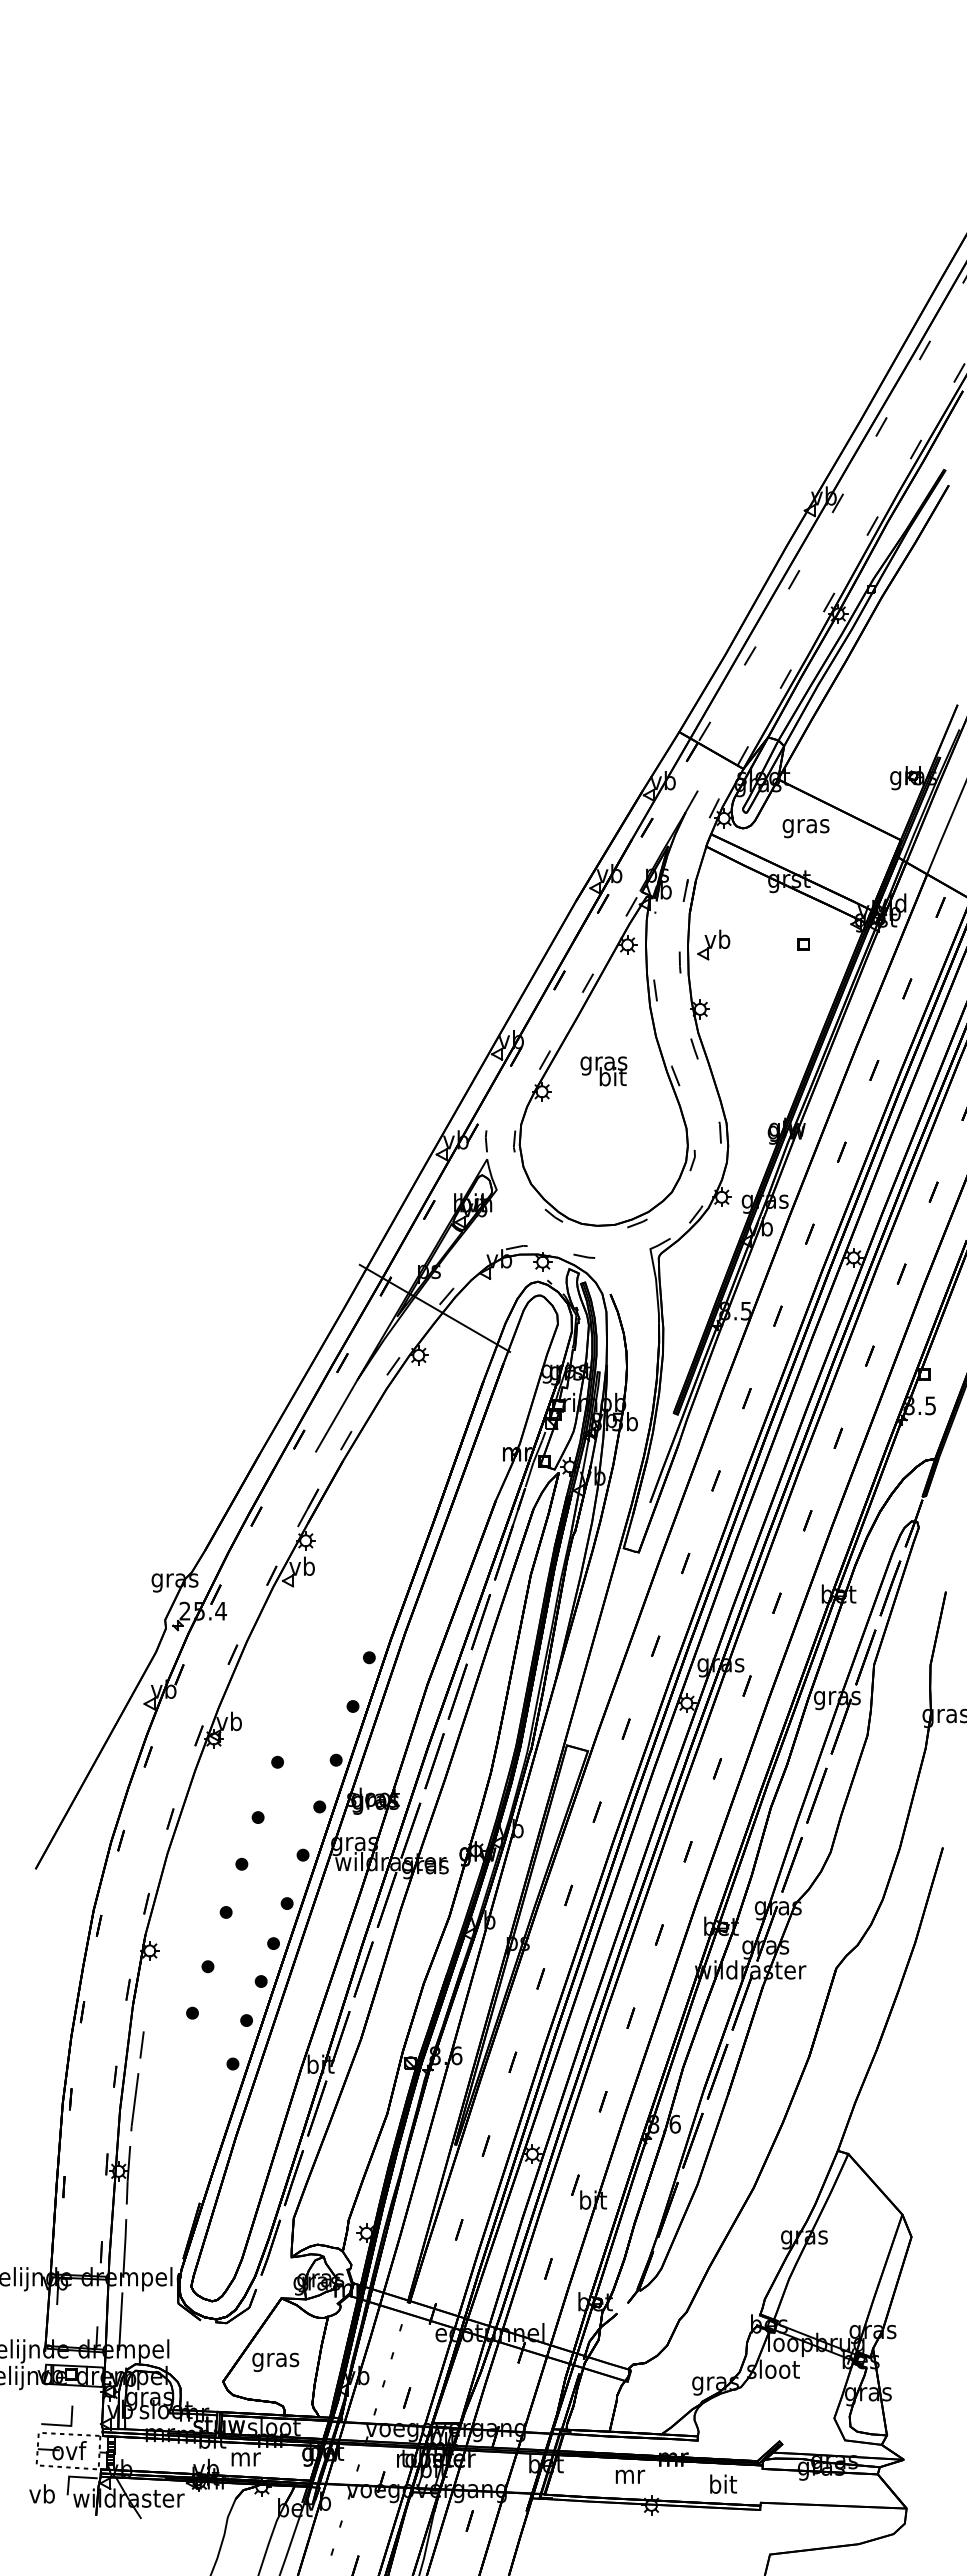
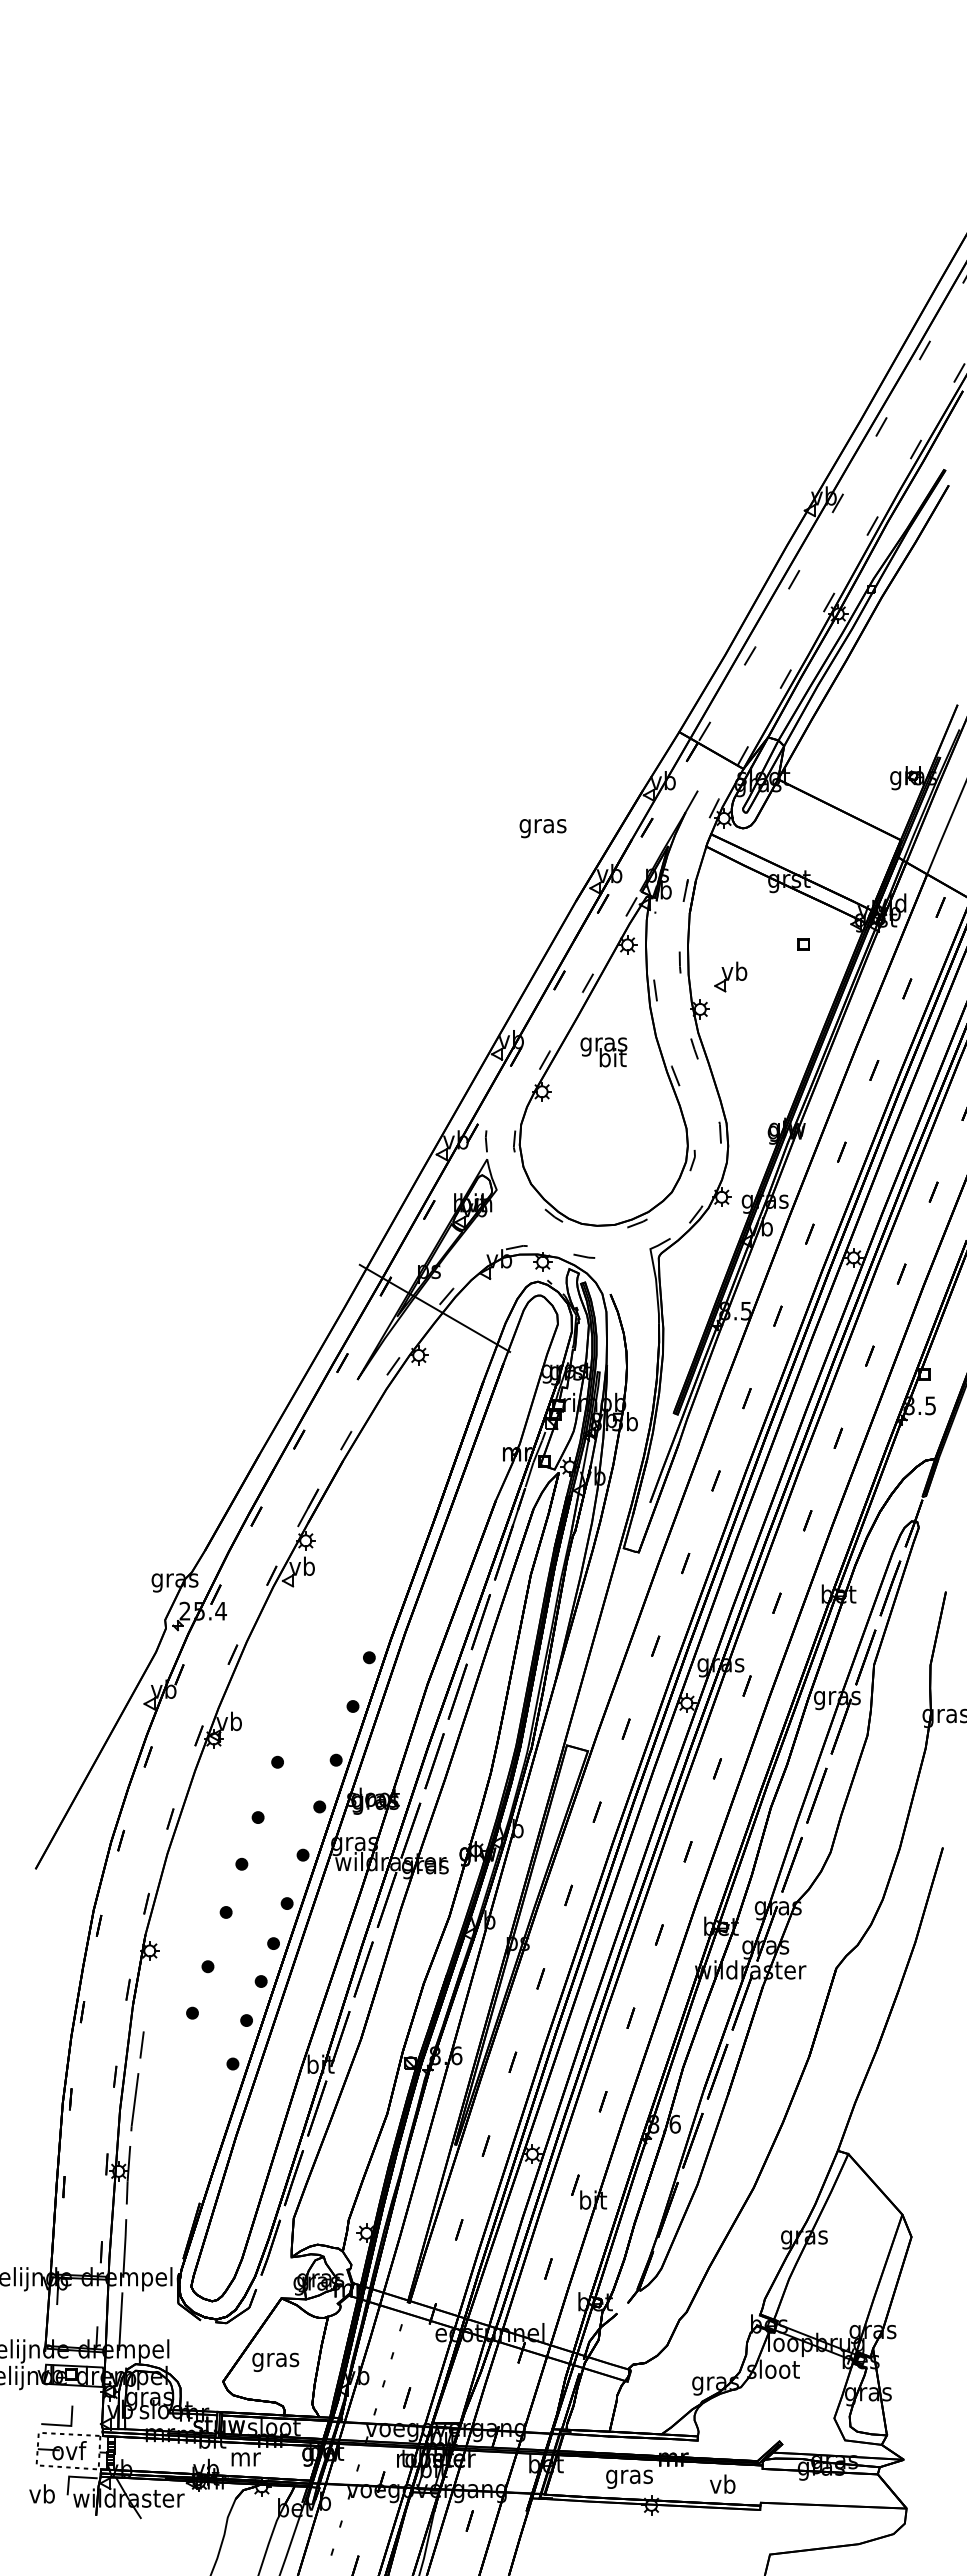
text at (805, 828) position: (805, 828) -> (542, 828)
part at (713, 944) position: (713, 944) -> (730, 976)
text at (603, 1071) position: (603, 1071) -> (603, 1052)
line at (336, 1415): present -> none
text at (629, 2478): mr -> gras
text at (723, 2483): bit -> vb
